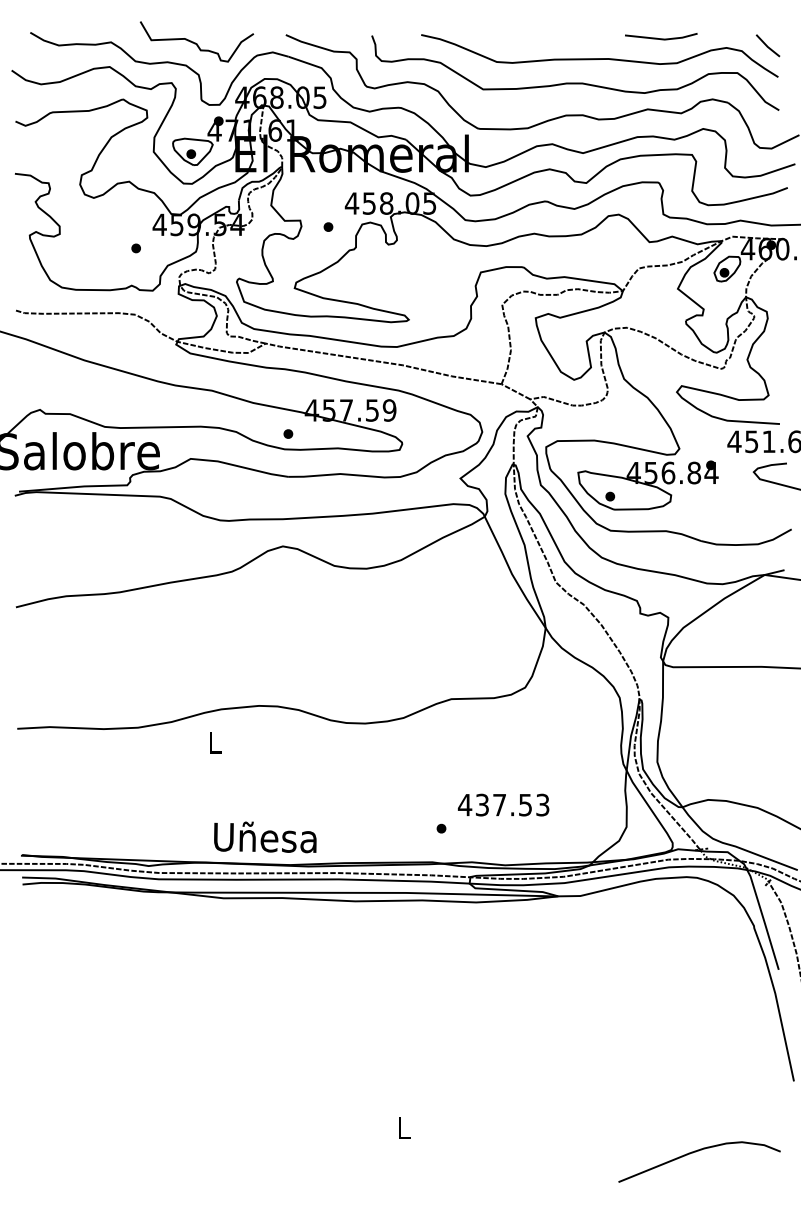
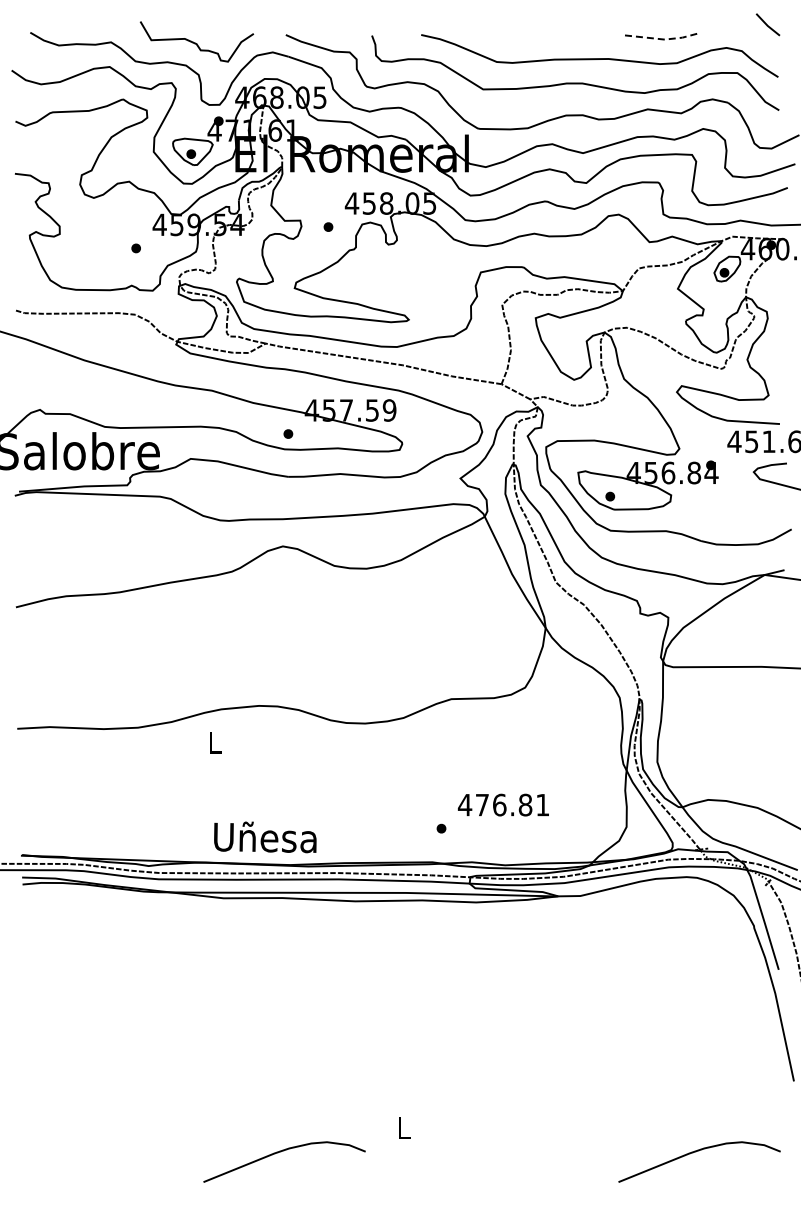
line at (662, 39): solid -> dashed
line at (767, 45) position: (767, 45) -> (767, 24)
text at (512, 804): 437.53 -> 476.81
curve at (281, 1152): none -> present
